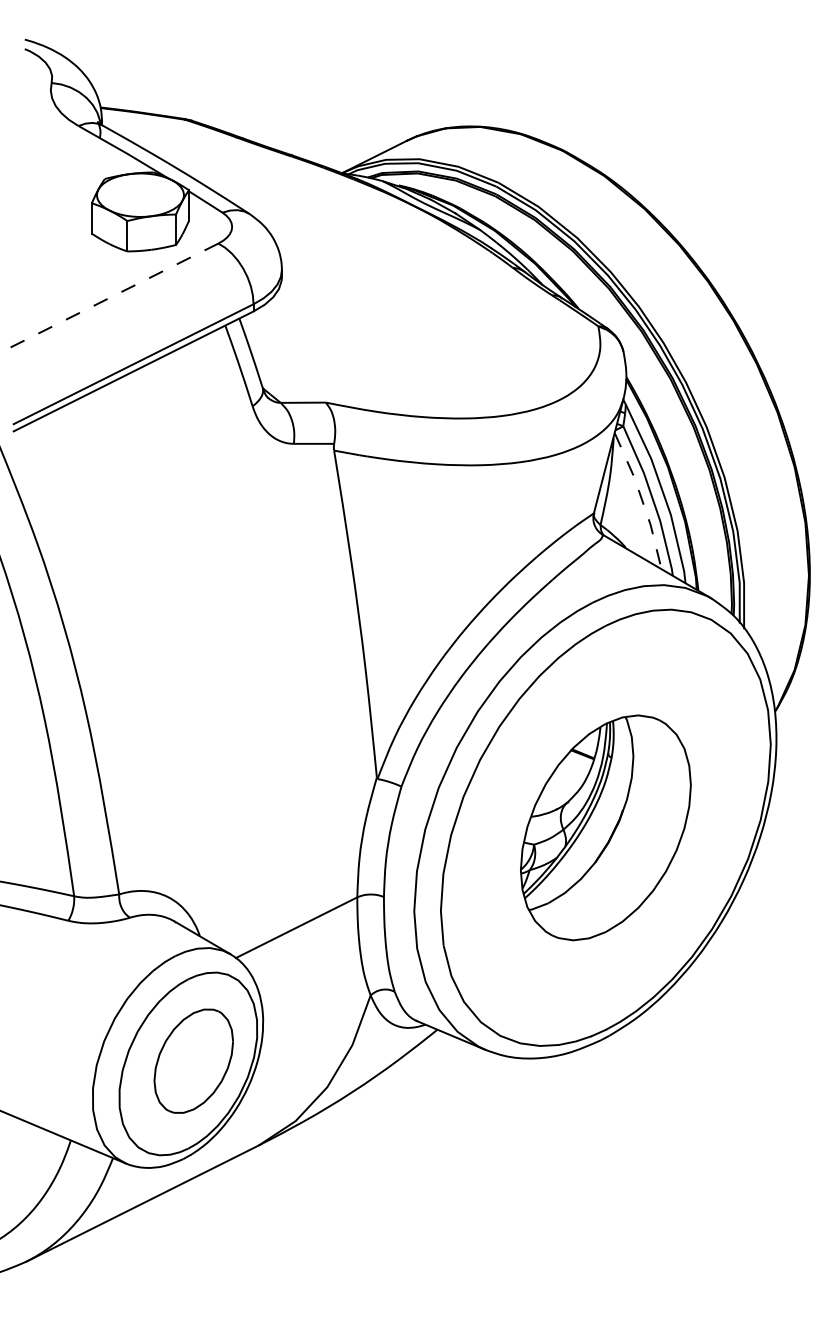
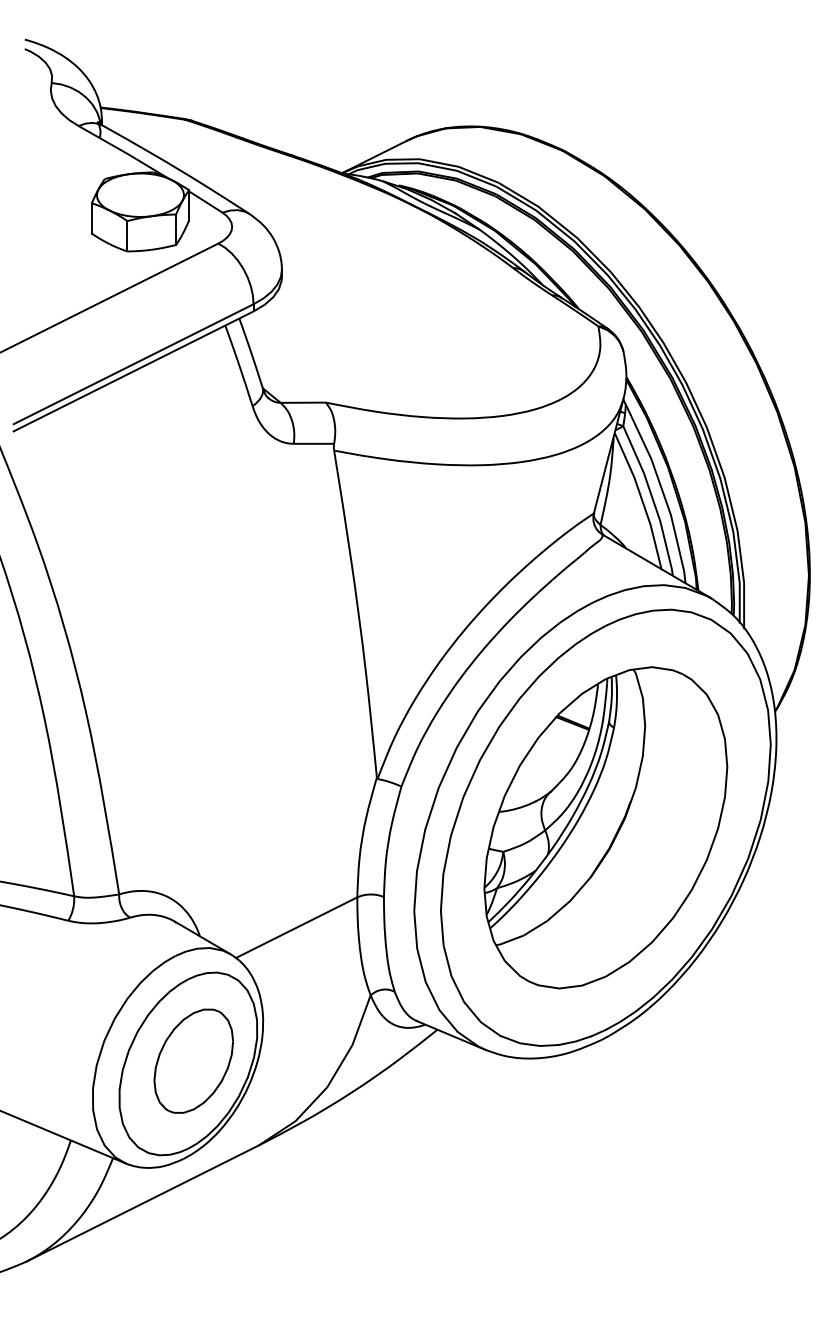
line at (109, 297): dashed -> solid
line at (642, 499): dashed -> solid
part at (605, 827) size: 172x228 px -> 246x324 px
